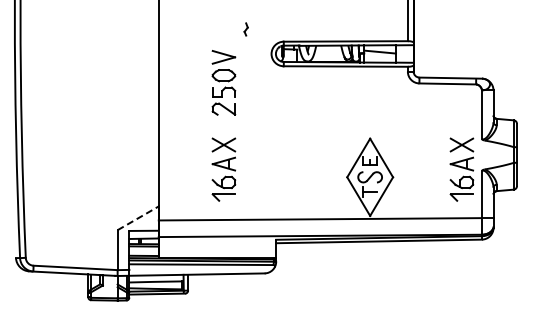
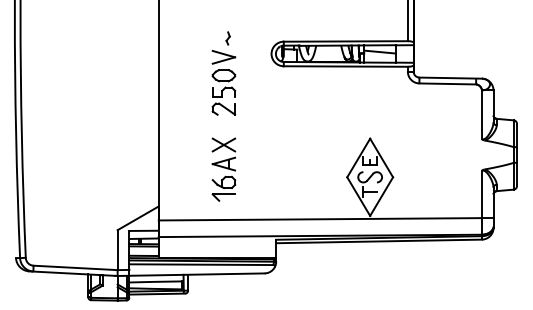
part at (245, 29) position: (245, 29) -> (227, 38)
part at (461, 169): present -> none
line at (138, 218): dashed -> solid
